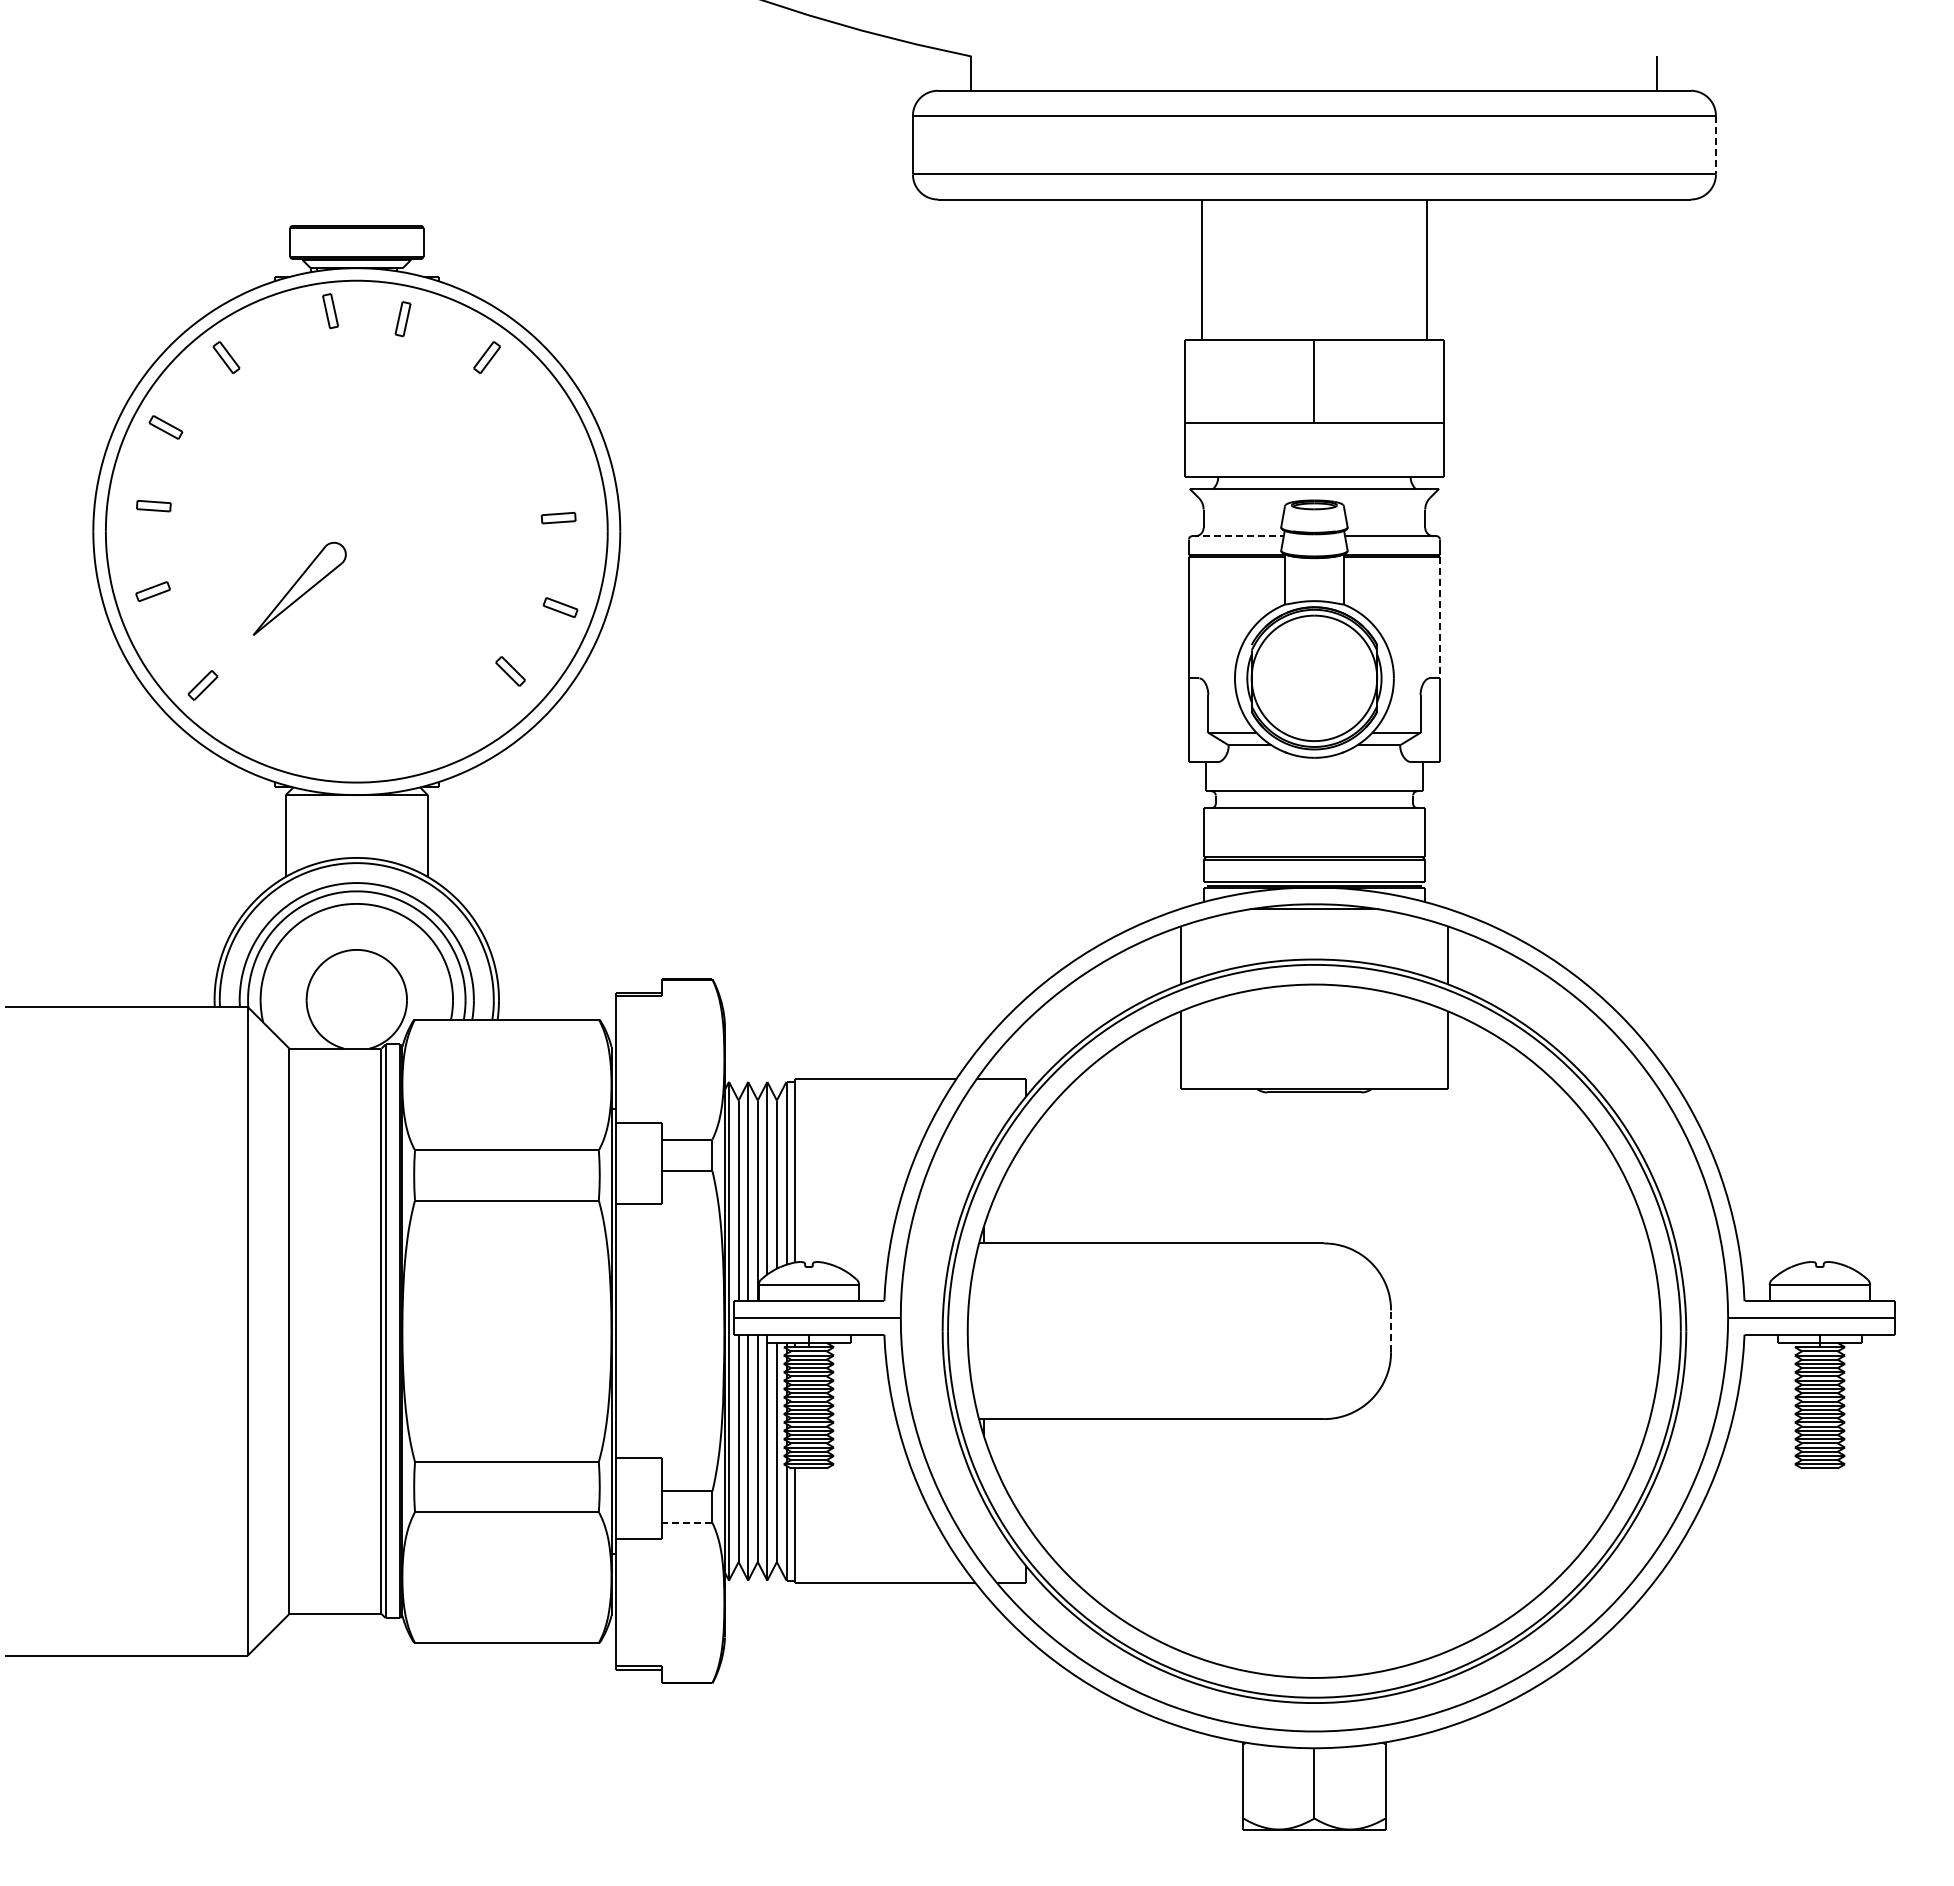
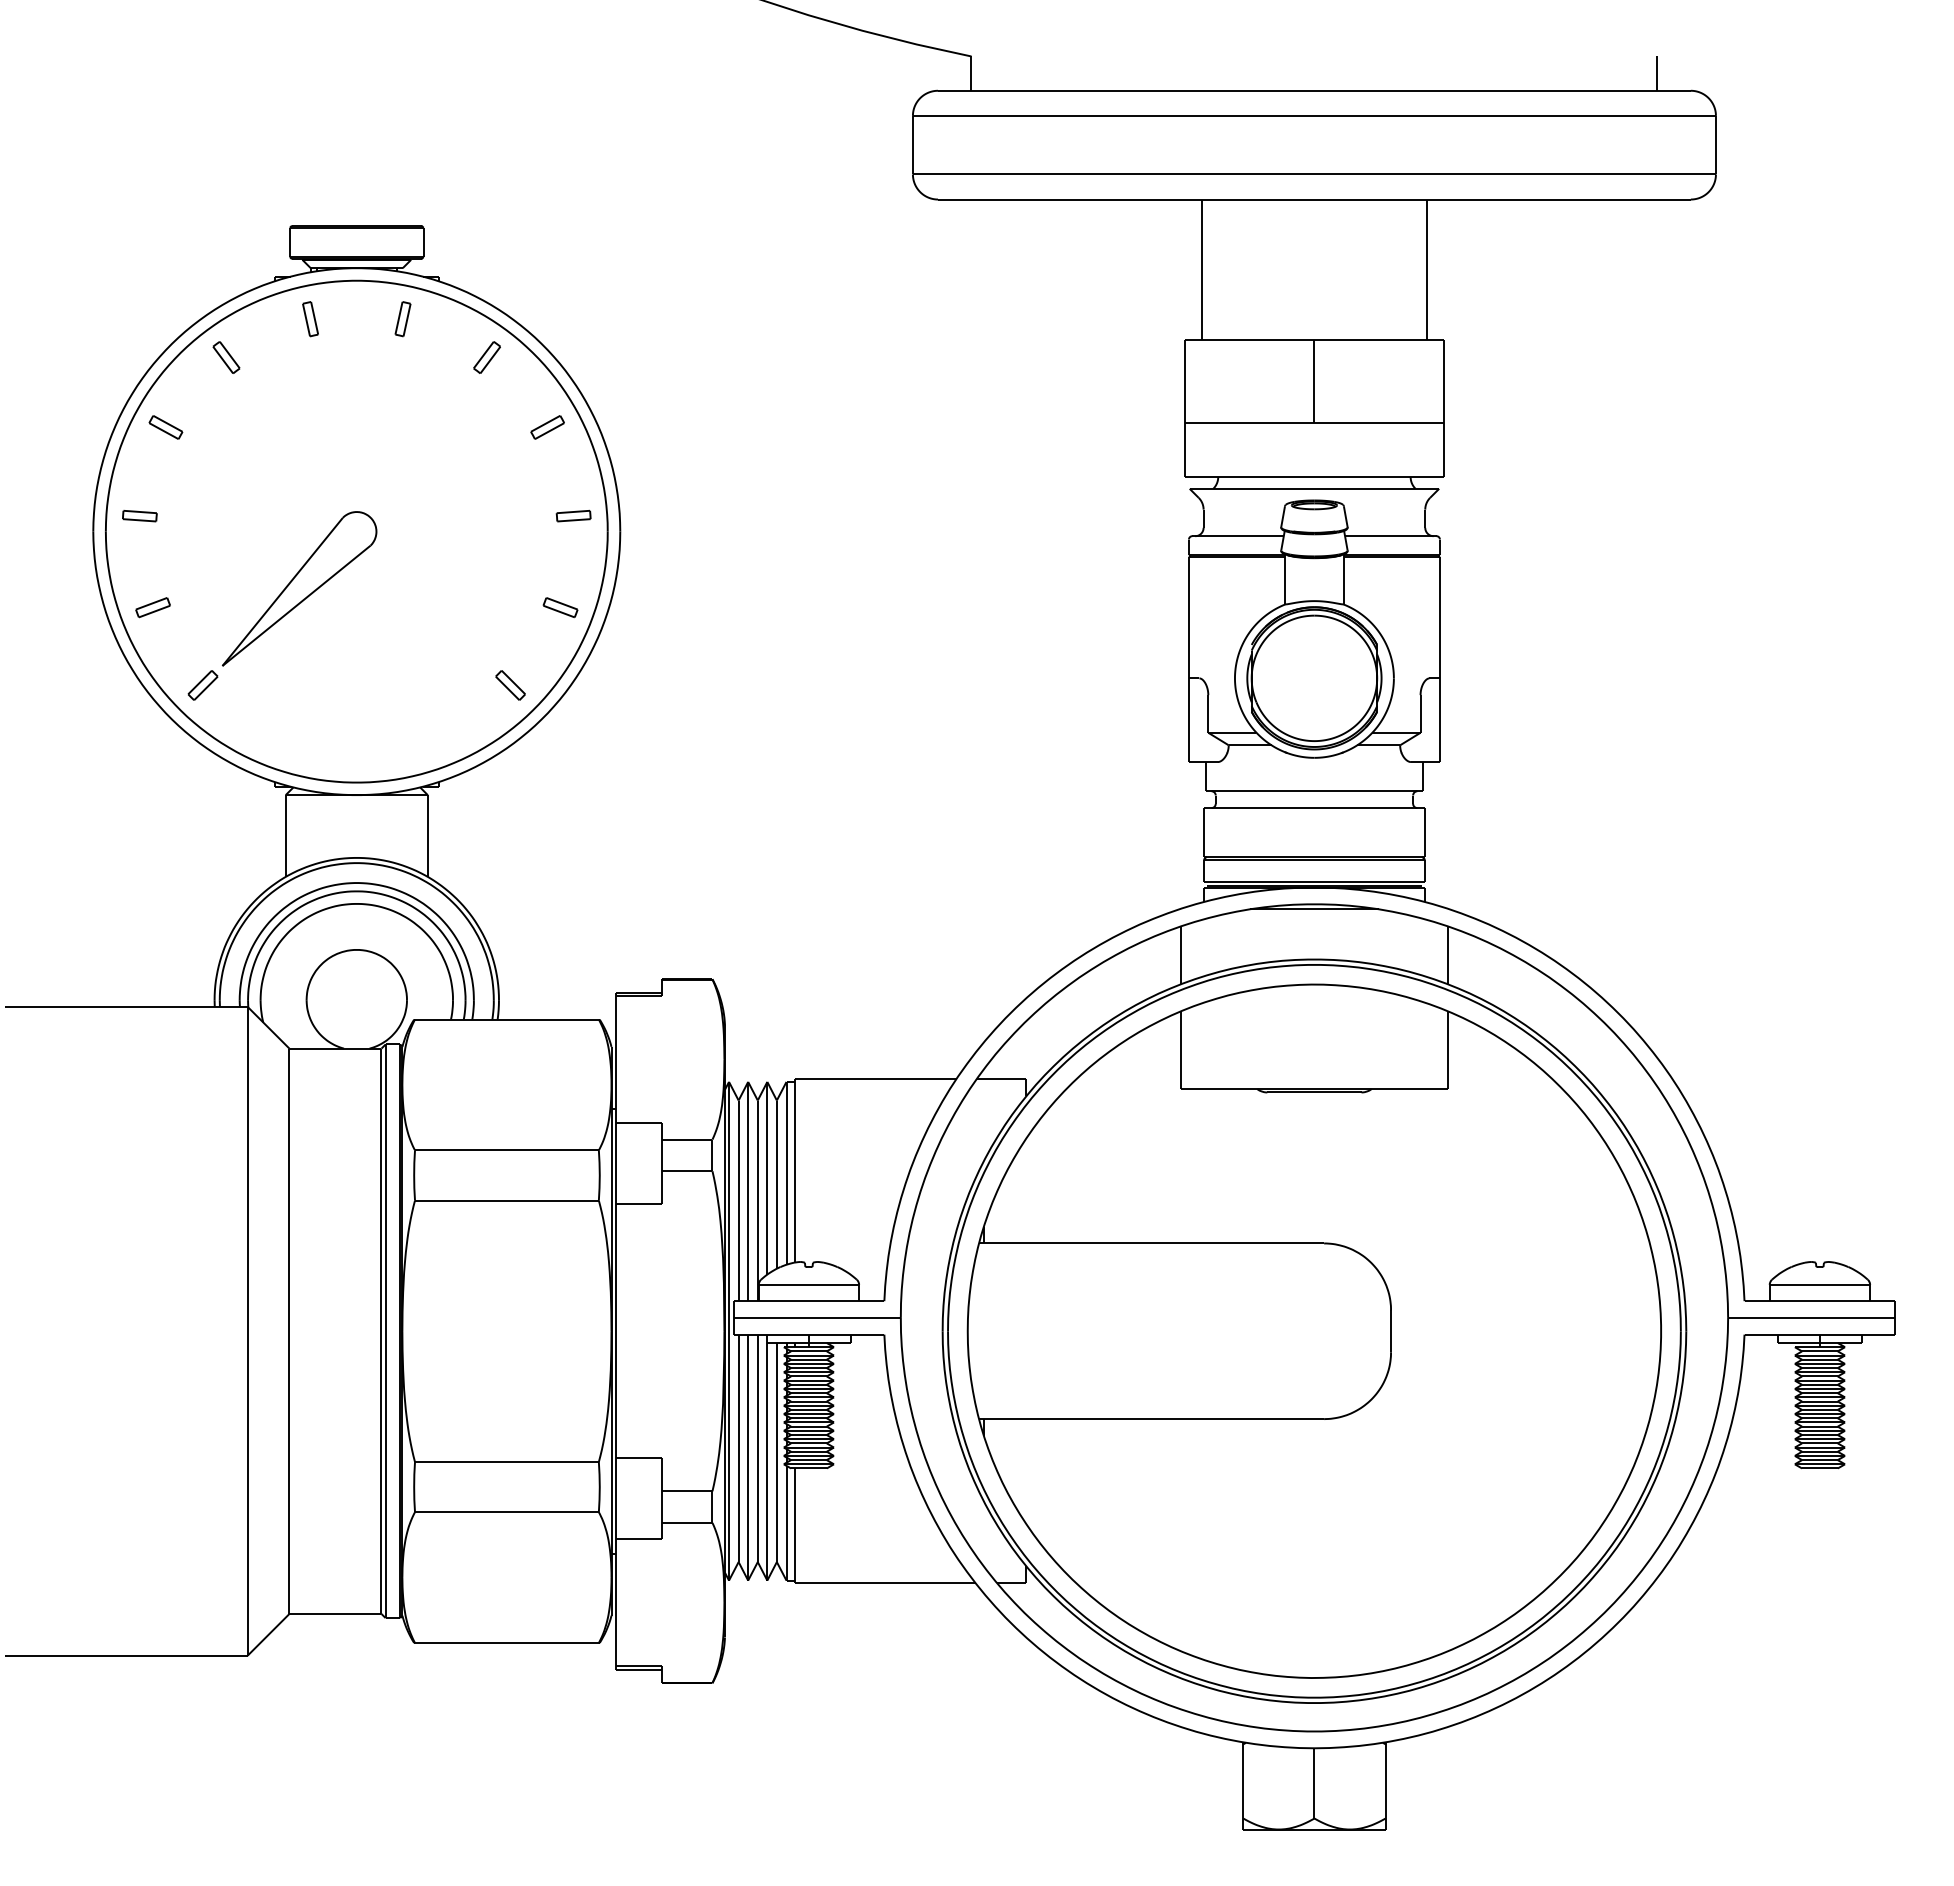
line at (1715, 145): dashed -> solid
part at (330, 311) position: (330, 311) -> (310, 319)
part at (547, 427): none -> present
part at (153, 506) position: (153, 506) -> (139, 516)
part at (558, 517) position: (558, 517) -> (573, 515)
line at (1238, 536): dashed -> solid
part at (299, 588) size: 94x95 px -> 156x156 px
part at (152, 591) position: (152, 591) -> (152, 607)
line at (1439, 617): dashed -> solid
part at (510, 671) position: (510, 671) -> (510, 685)
line at (1391, 1331): dashed -> solid
line at (686, 1522): dashed -> solid
